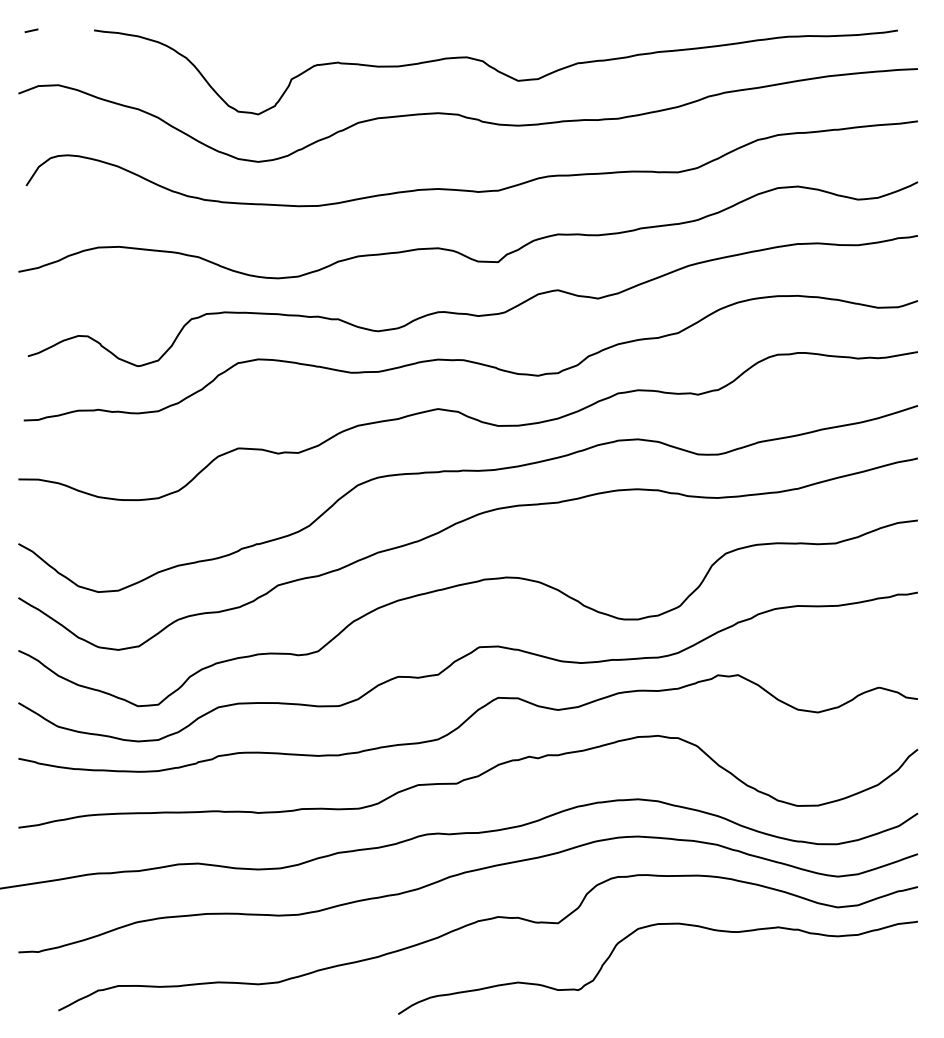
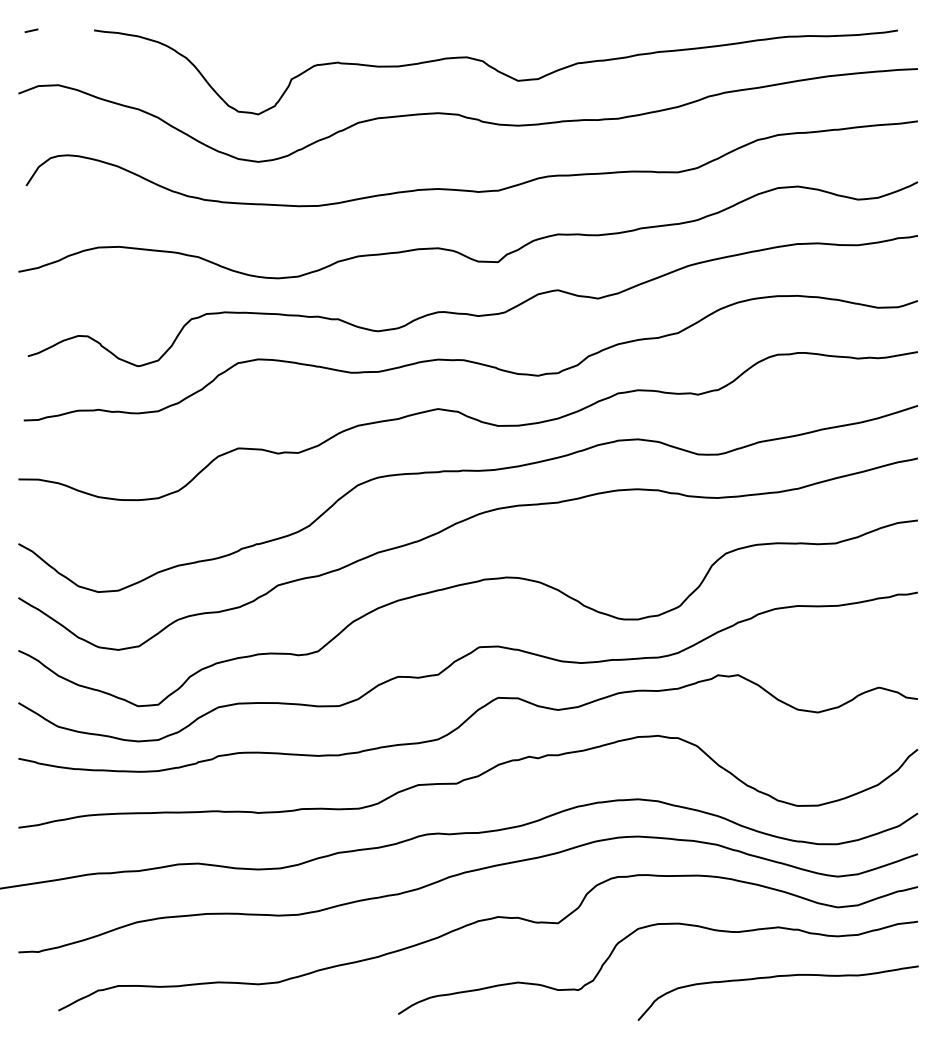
curve at (777, 977): none -> present
